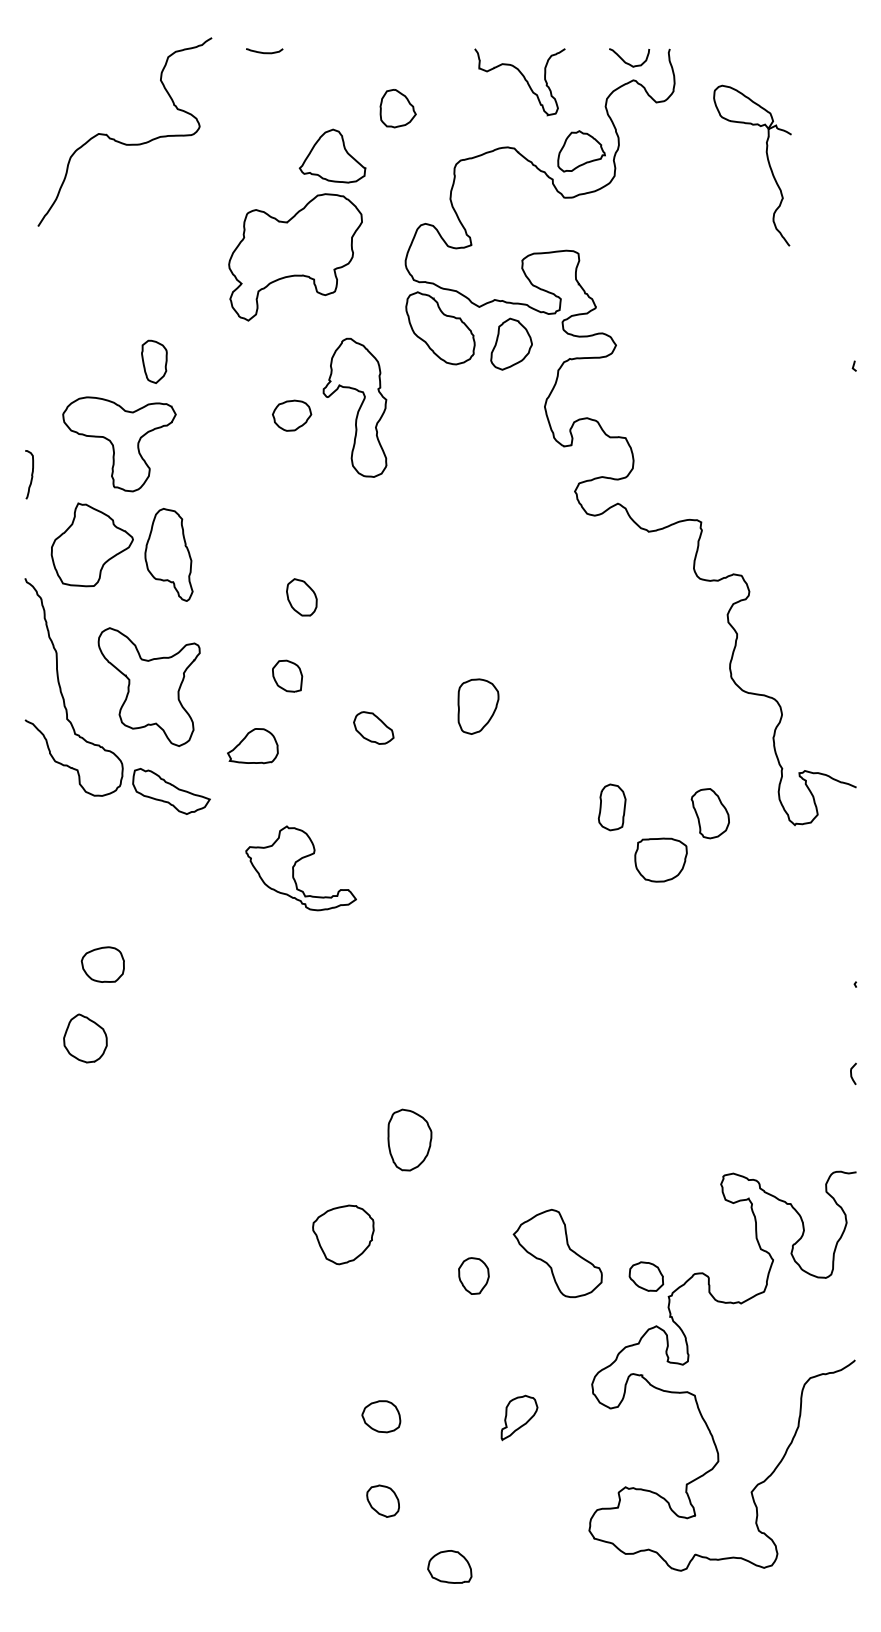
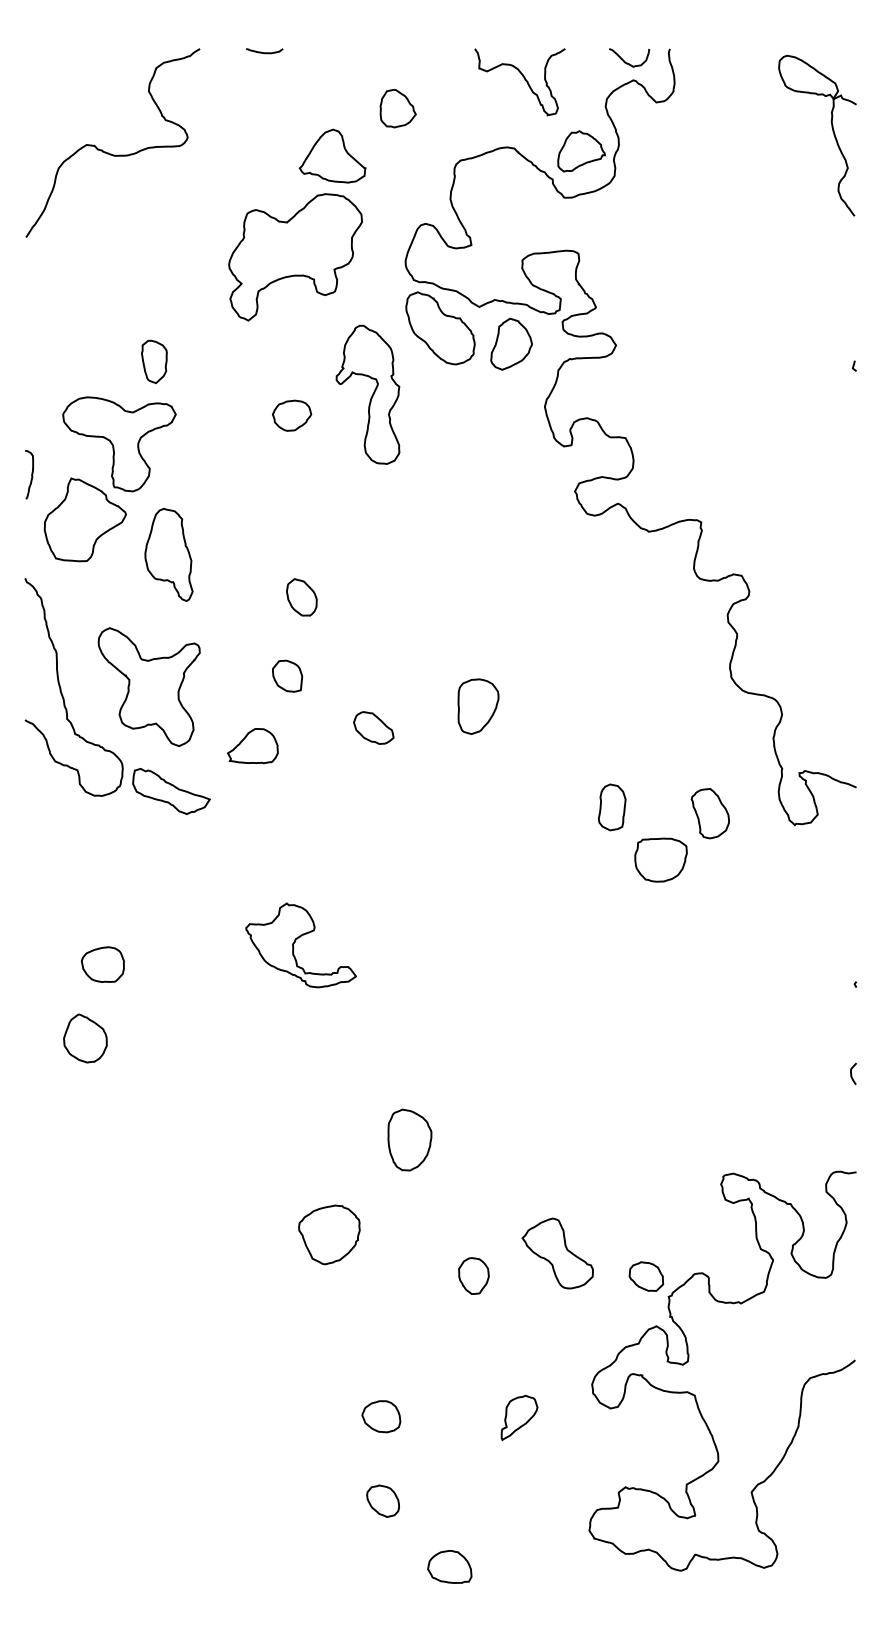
curve at (120, 141) position: (120, 141) -> (108, 152)
part at (767, 161) position: (767, 161) -> (832, 131)
part at (354, 407) position: (354, 407) -> (367, 394)
part at (91, 544) position: (91, 544) -> (84, 519)
part at (300, 868) position: (300, 868) -> (300, 945)
part at (343, 1234) position: (343, 1234) -> (329, 1234)
part at (557, 1253) size: 91x91 px -> 73x73 px
